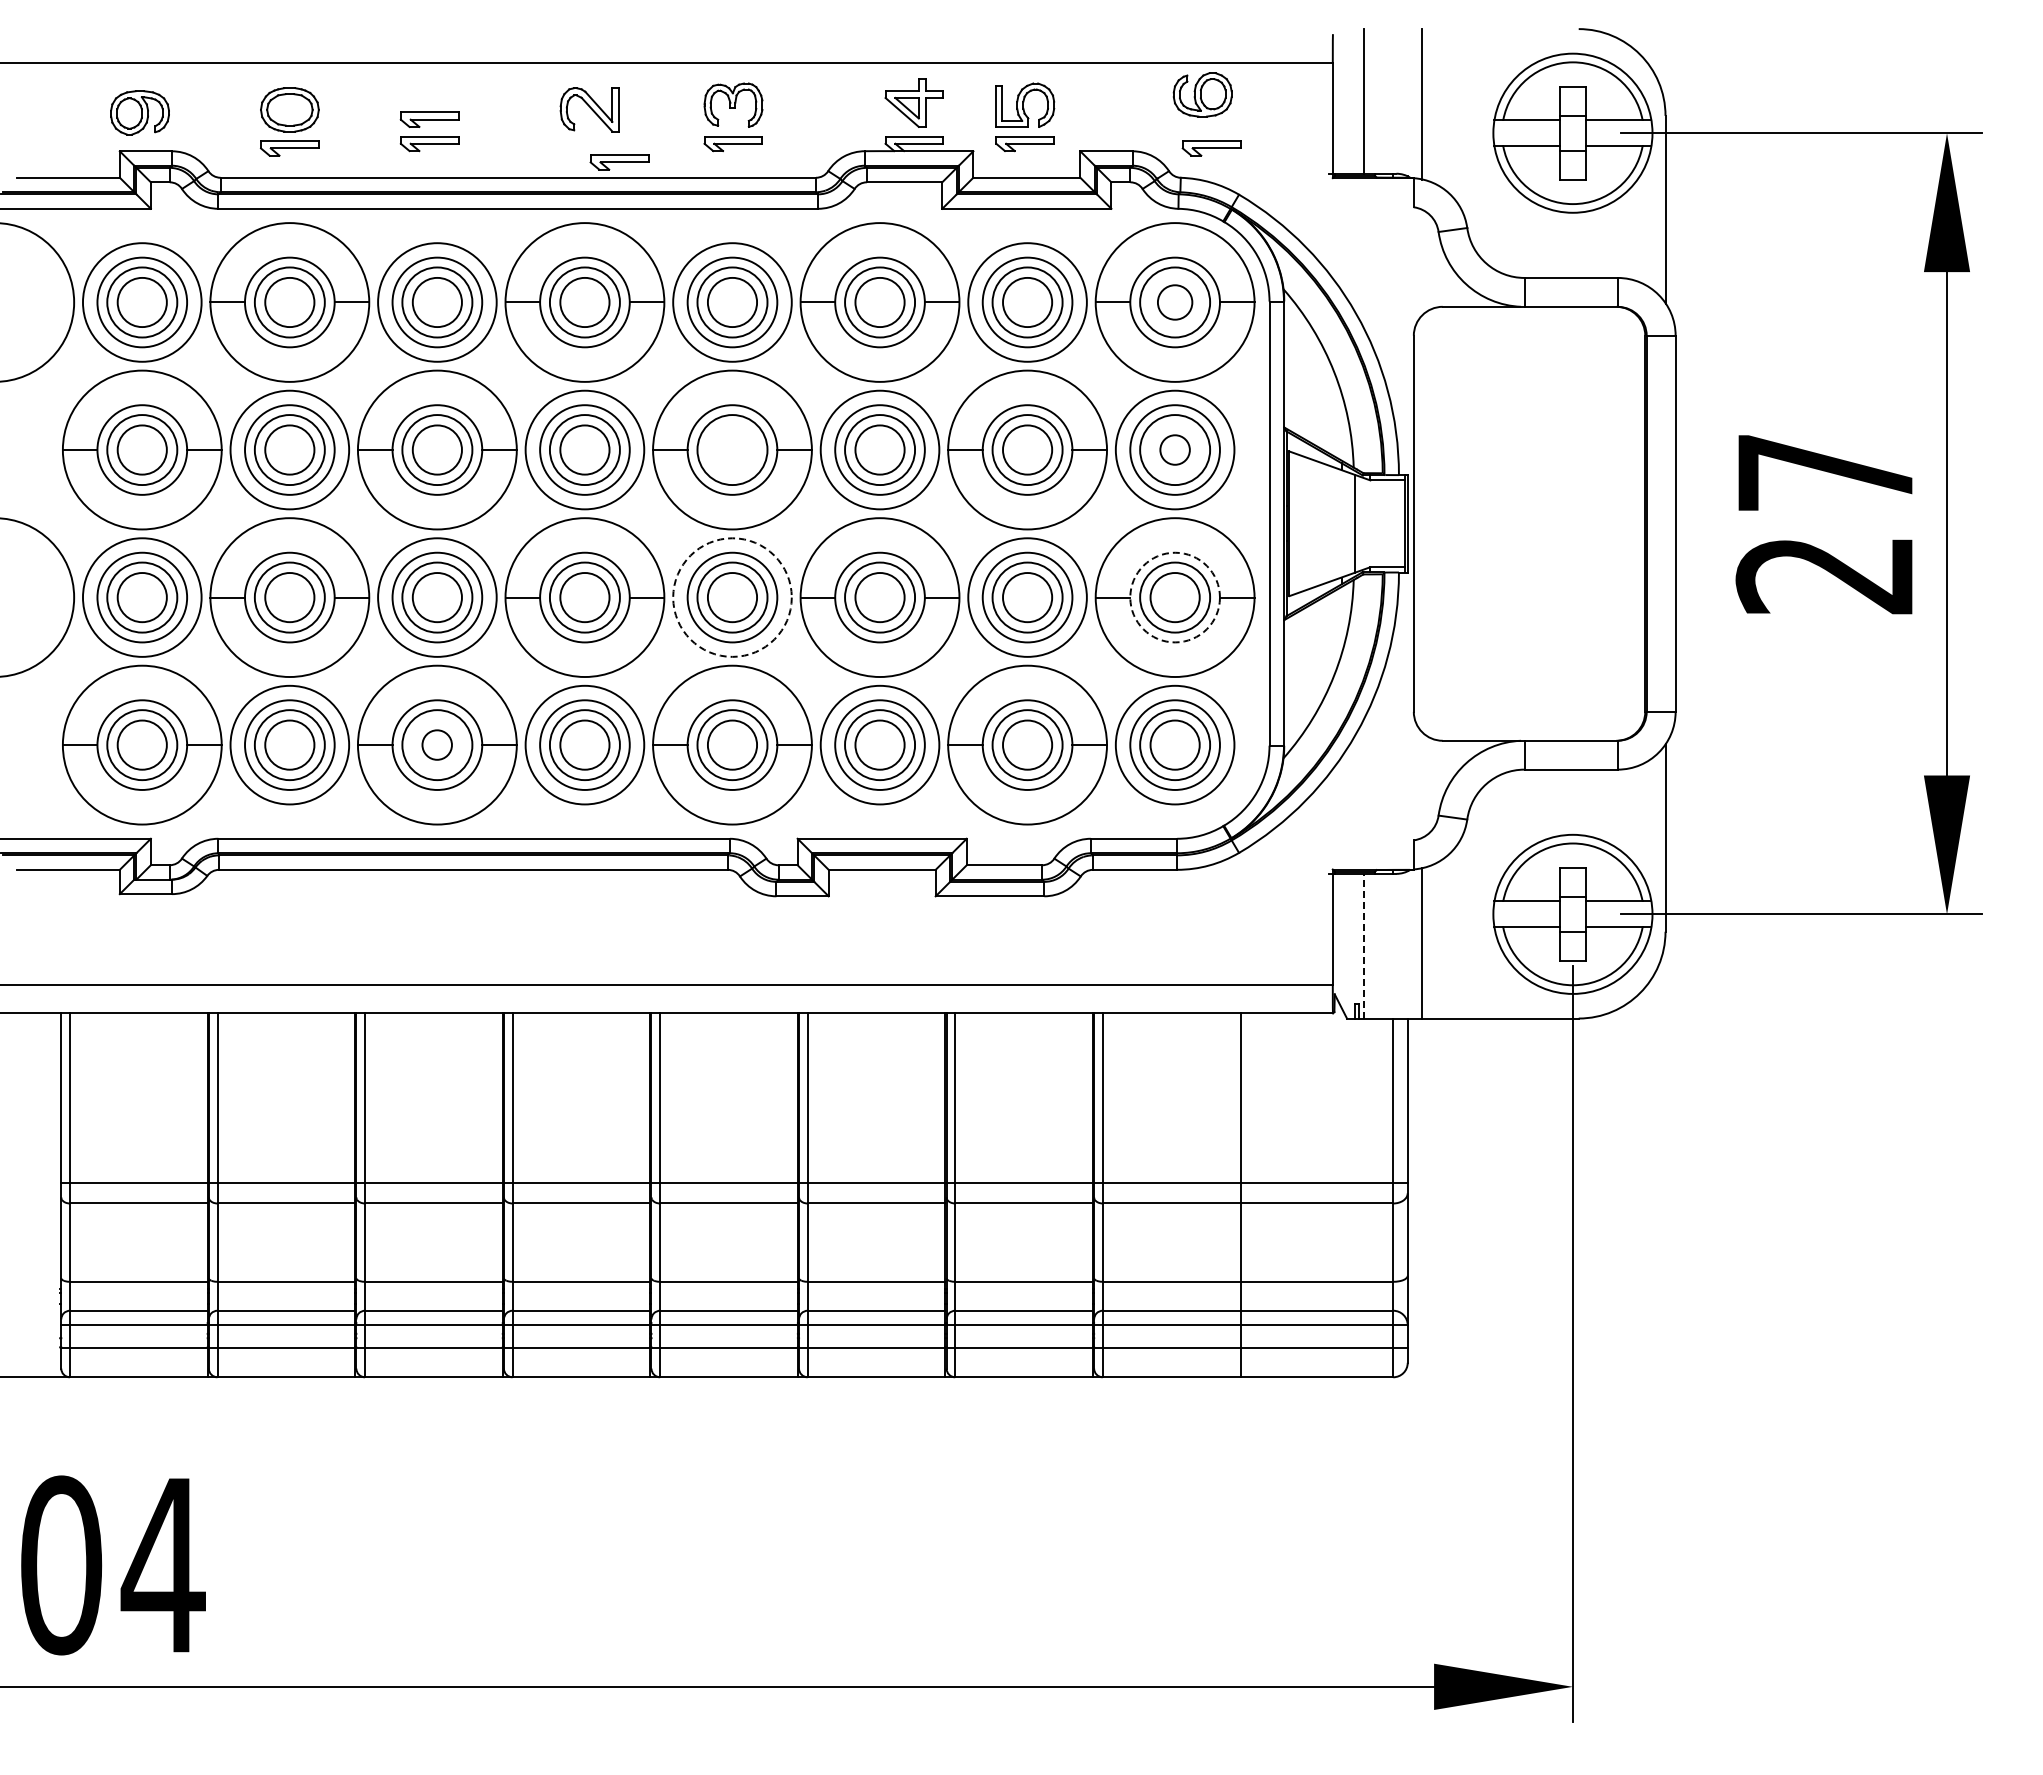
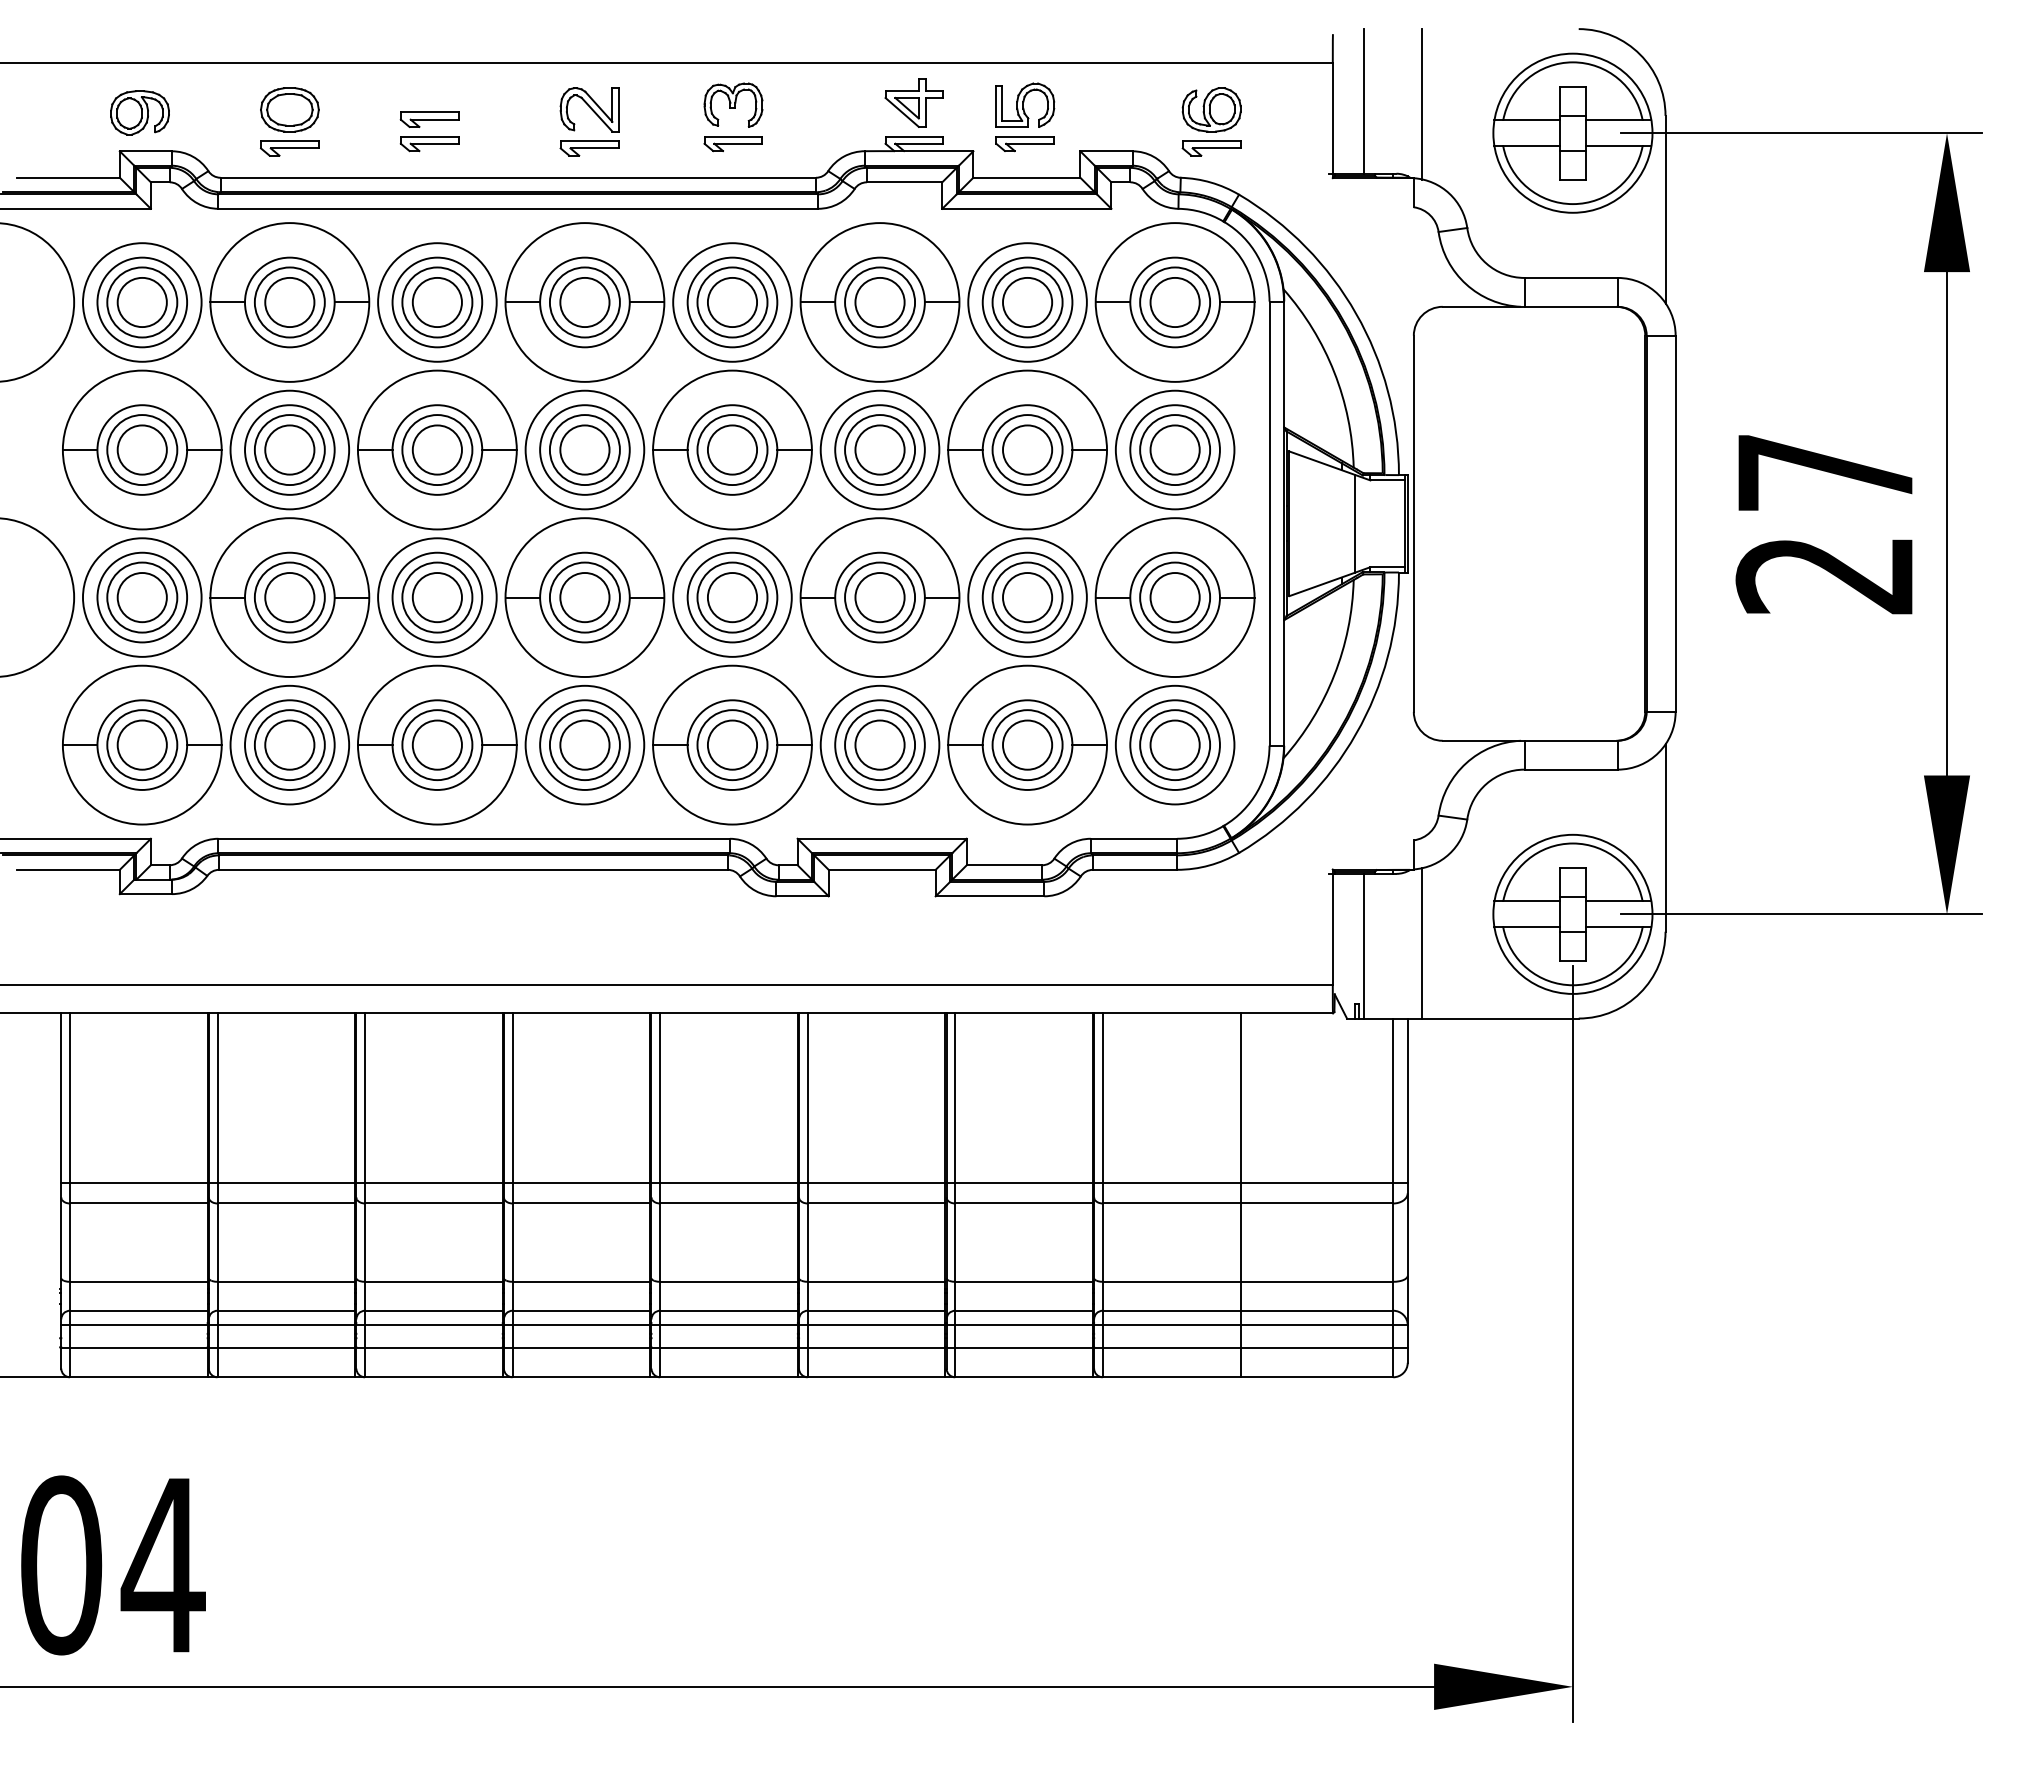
part at (1202, 94) position: (1202, 94) -> (1211, 109)
part at (619, 162) position: (619, 162) -> (589, 148)
circle at (1174, 302) diameter: 34 px -> 49 px
circle at (732, 449): none -> present
circle at (1174, 449) diameter: 30 px -> 49 px
circle at (732, 597): dashed -> solid
circle at (1174, 597): dashed -> solid
circle at (436, 744) size: 32x32 px -> 52x52 px
line at (1364, 945): dashed -> solid
